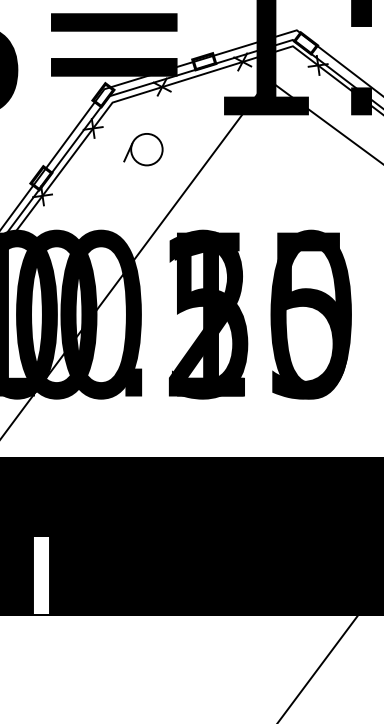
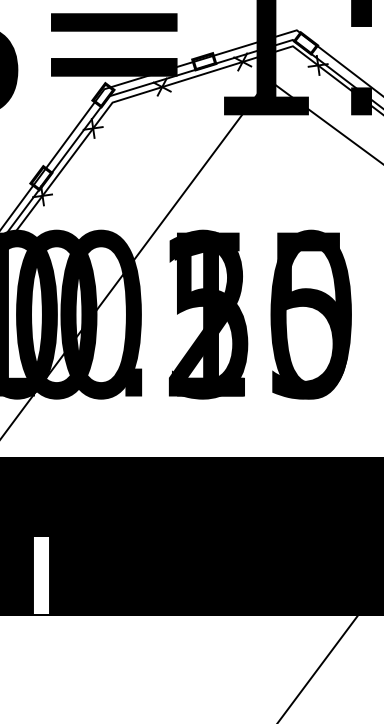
part at (143, 149): present -> none
